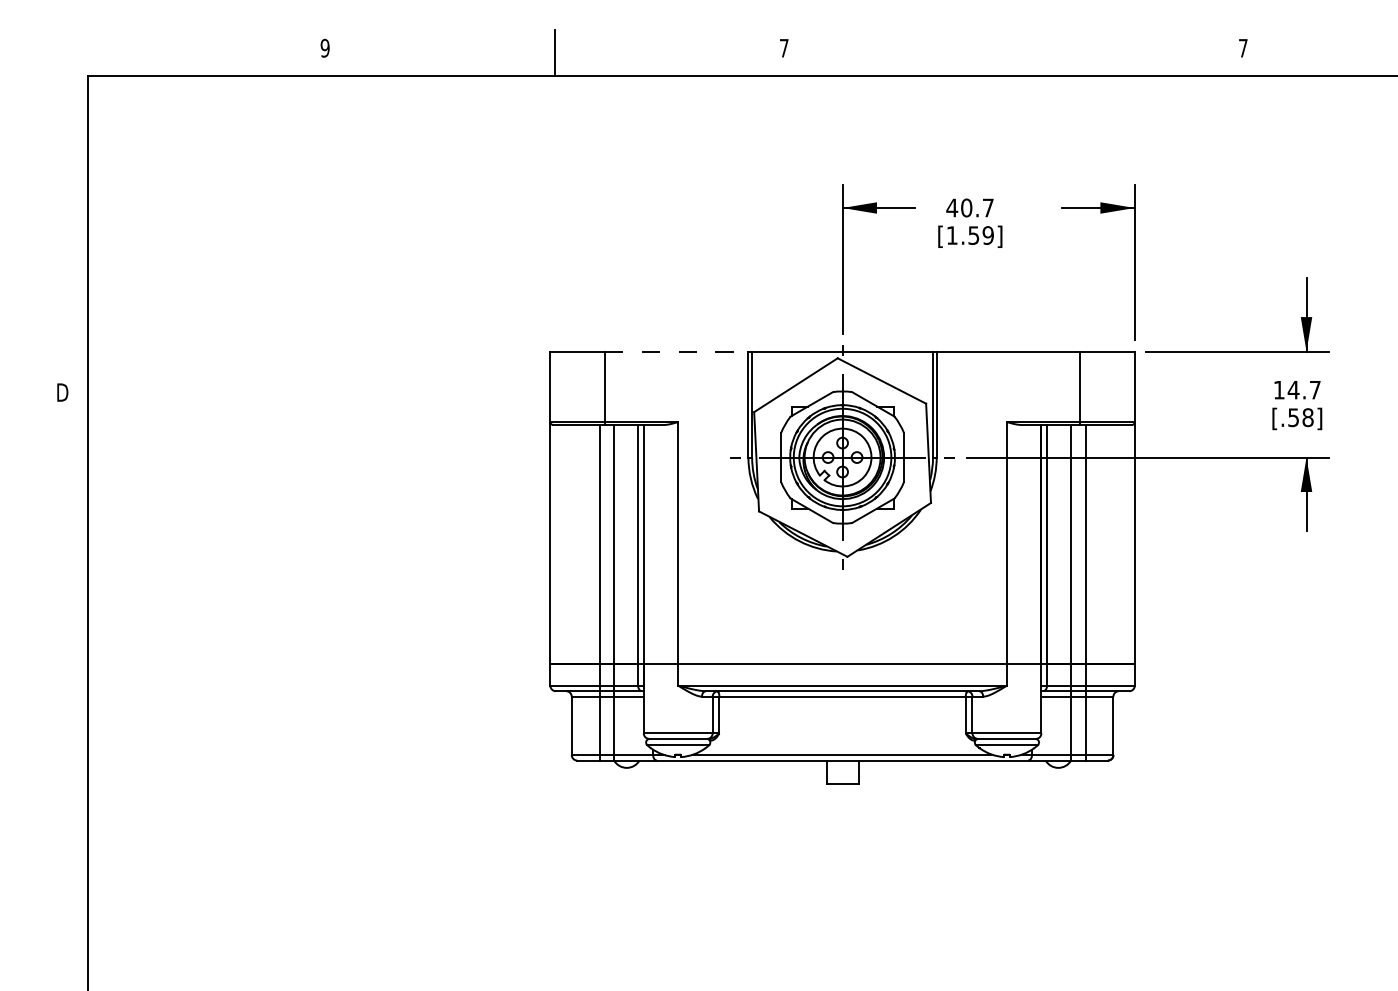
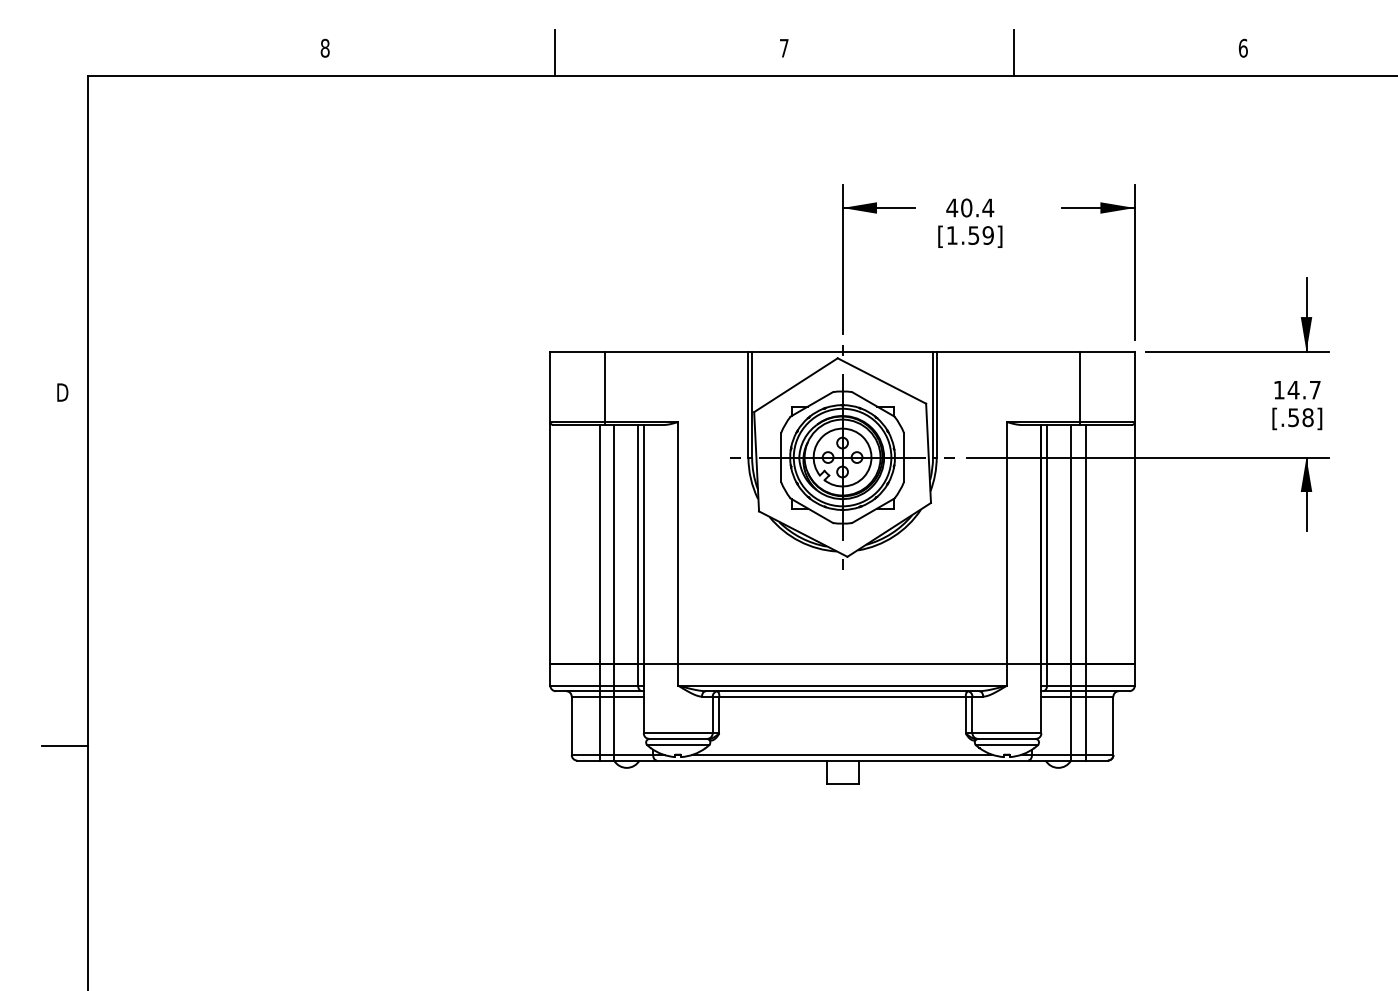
text at (1242, 47): 7 -> 6
text at (324, 48): 9 -> 8
line at (1013, 52): none -> present
text at (988, 207): 40.7 -> 40.4
line at (676, 351): dashed -> solid
line at (64, 746): none -> present
